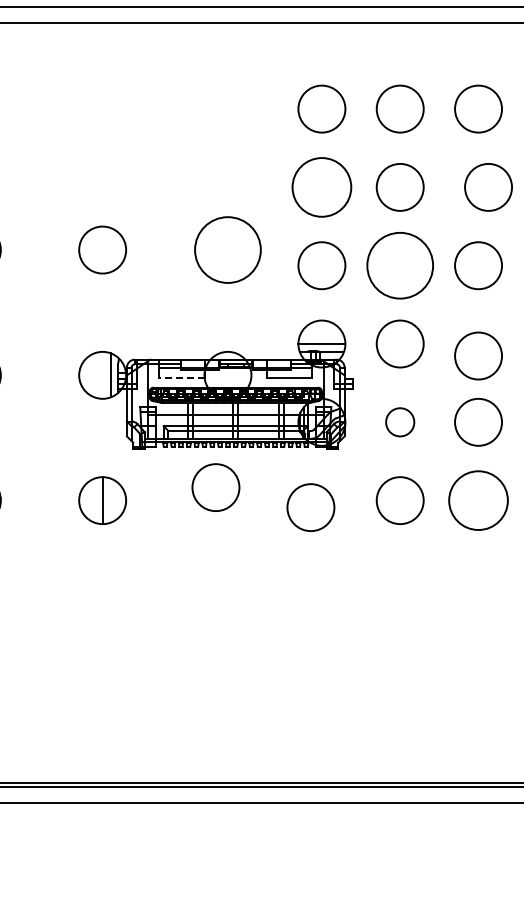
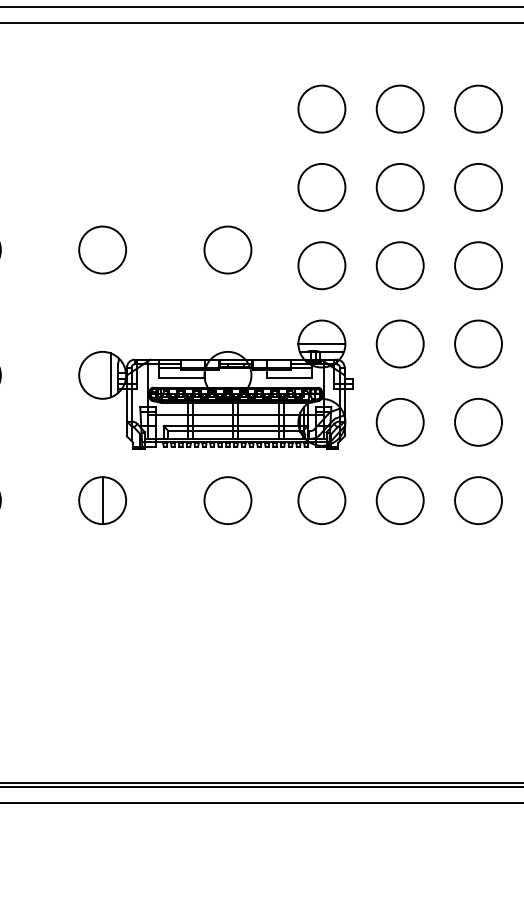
circle at (321, 187) diameter: 59 px -> 47 px
circle at (488, 187) position: (488, 187) -> (478, 187)
circle at (227, 249) diameter: 66 px -> 47 px
circle at (400, 265) diameter: 66 px -> 47 px
circle at (478, 355) position: (478, 355) -> (478, 343)
line at (181, 378): dashed -> solid
circle at (400, 422) diameter: 28 px -> 47 px
circle at (215, 487) position: (215, 487) -> (227, 500)
circle at (478, 500) diameter: 59 px -> 47 px
circle at (310, 507) position: (310, 507) -> (321, 500)
